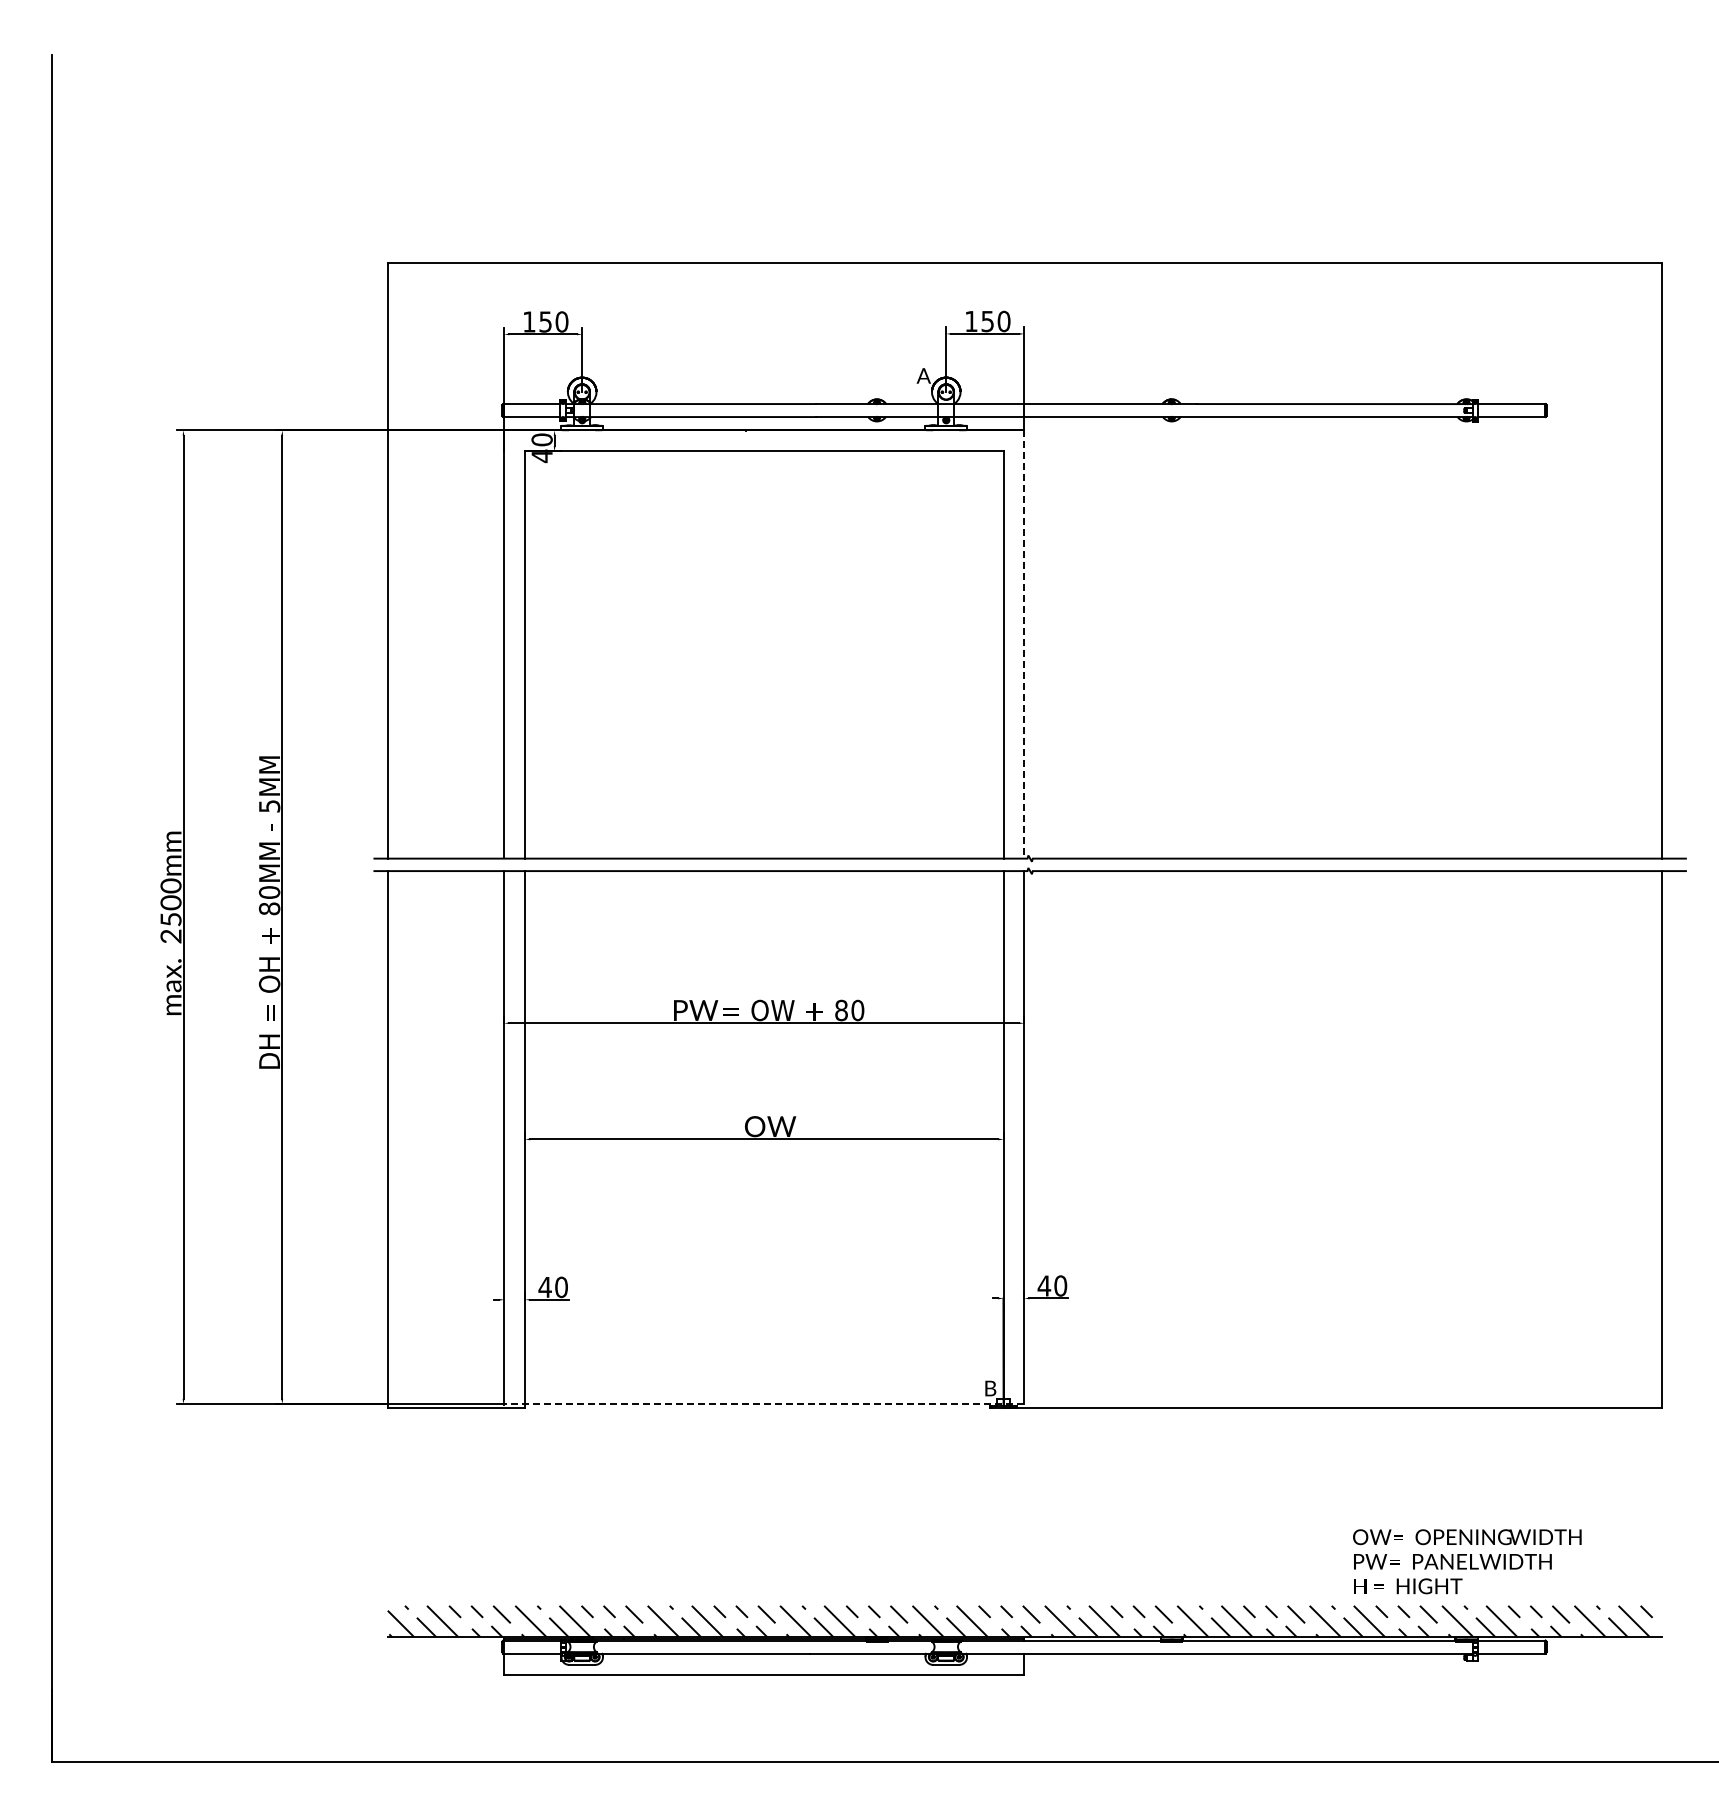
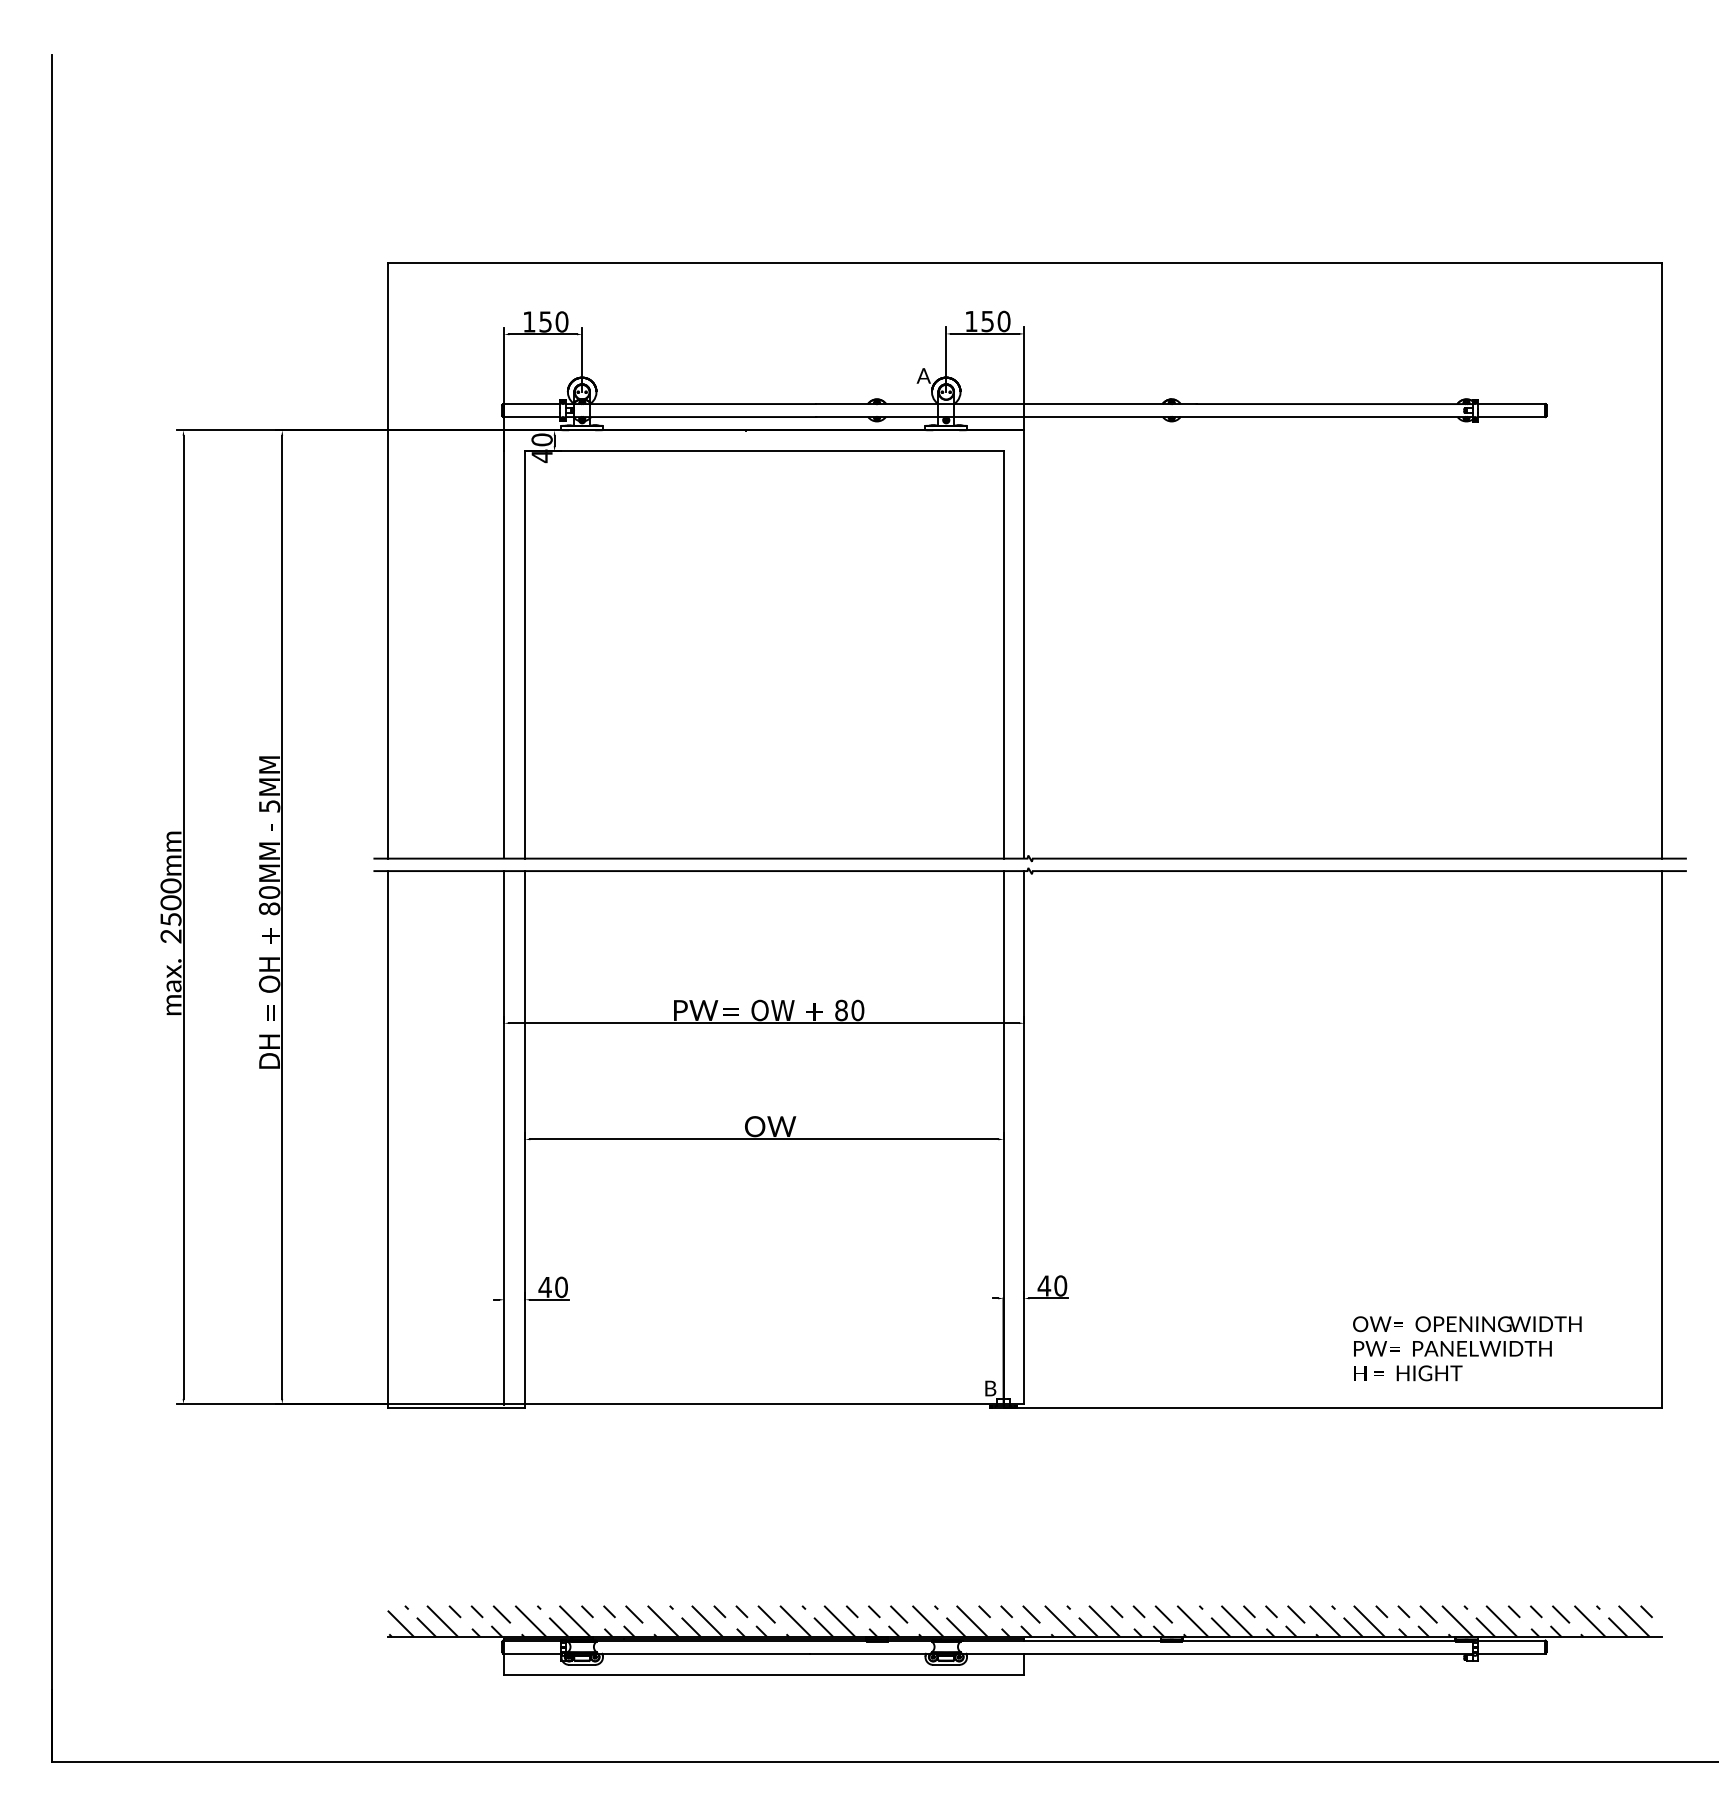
line at (1024, 644): dashed -> solid
line at (763, 1404): dashed -> solid
text at (1467, 1561) position: (1467, 1561) -> (1467, 1348)
